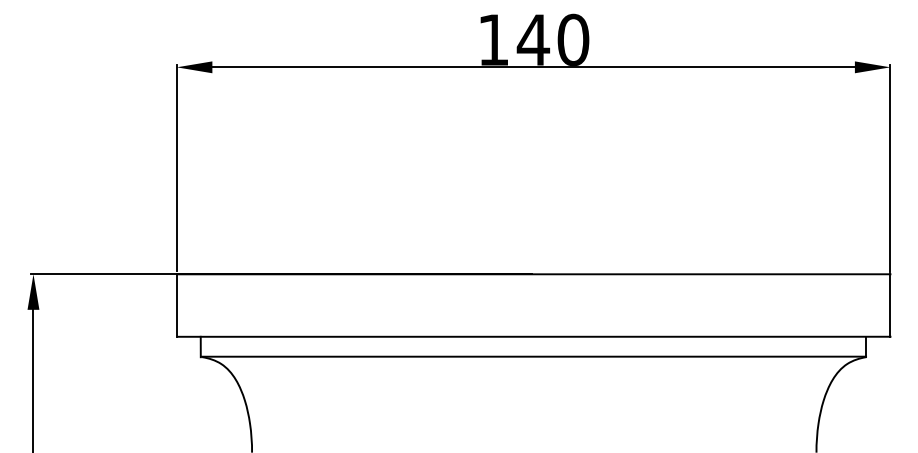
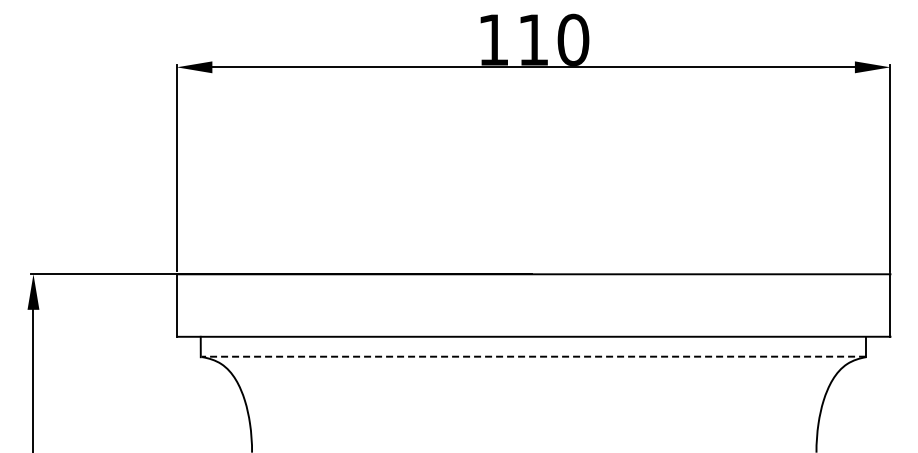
text at (533, 39): 140 -> 110
line at (533, 356): solid -> dashed
